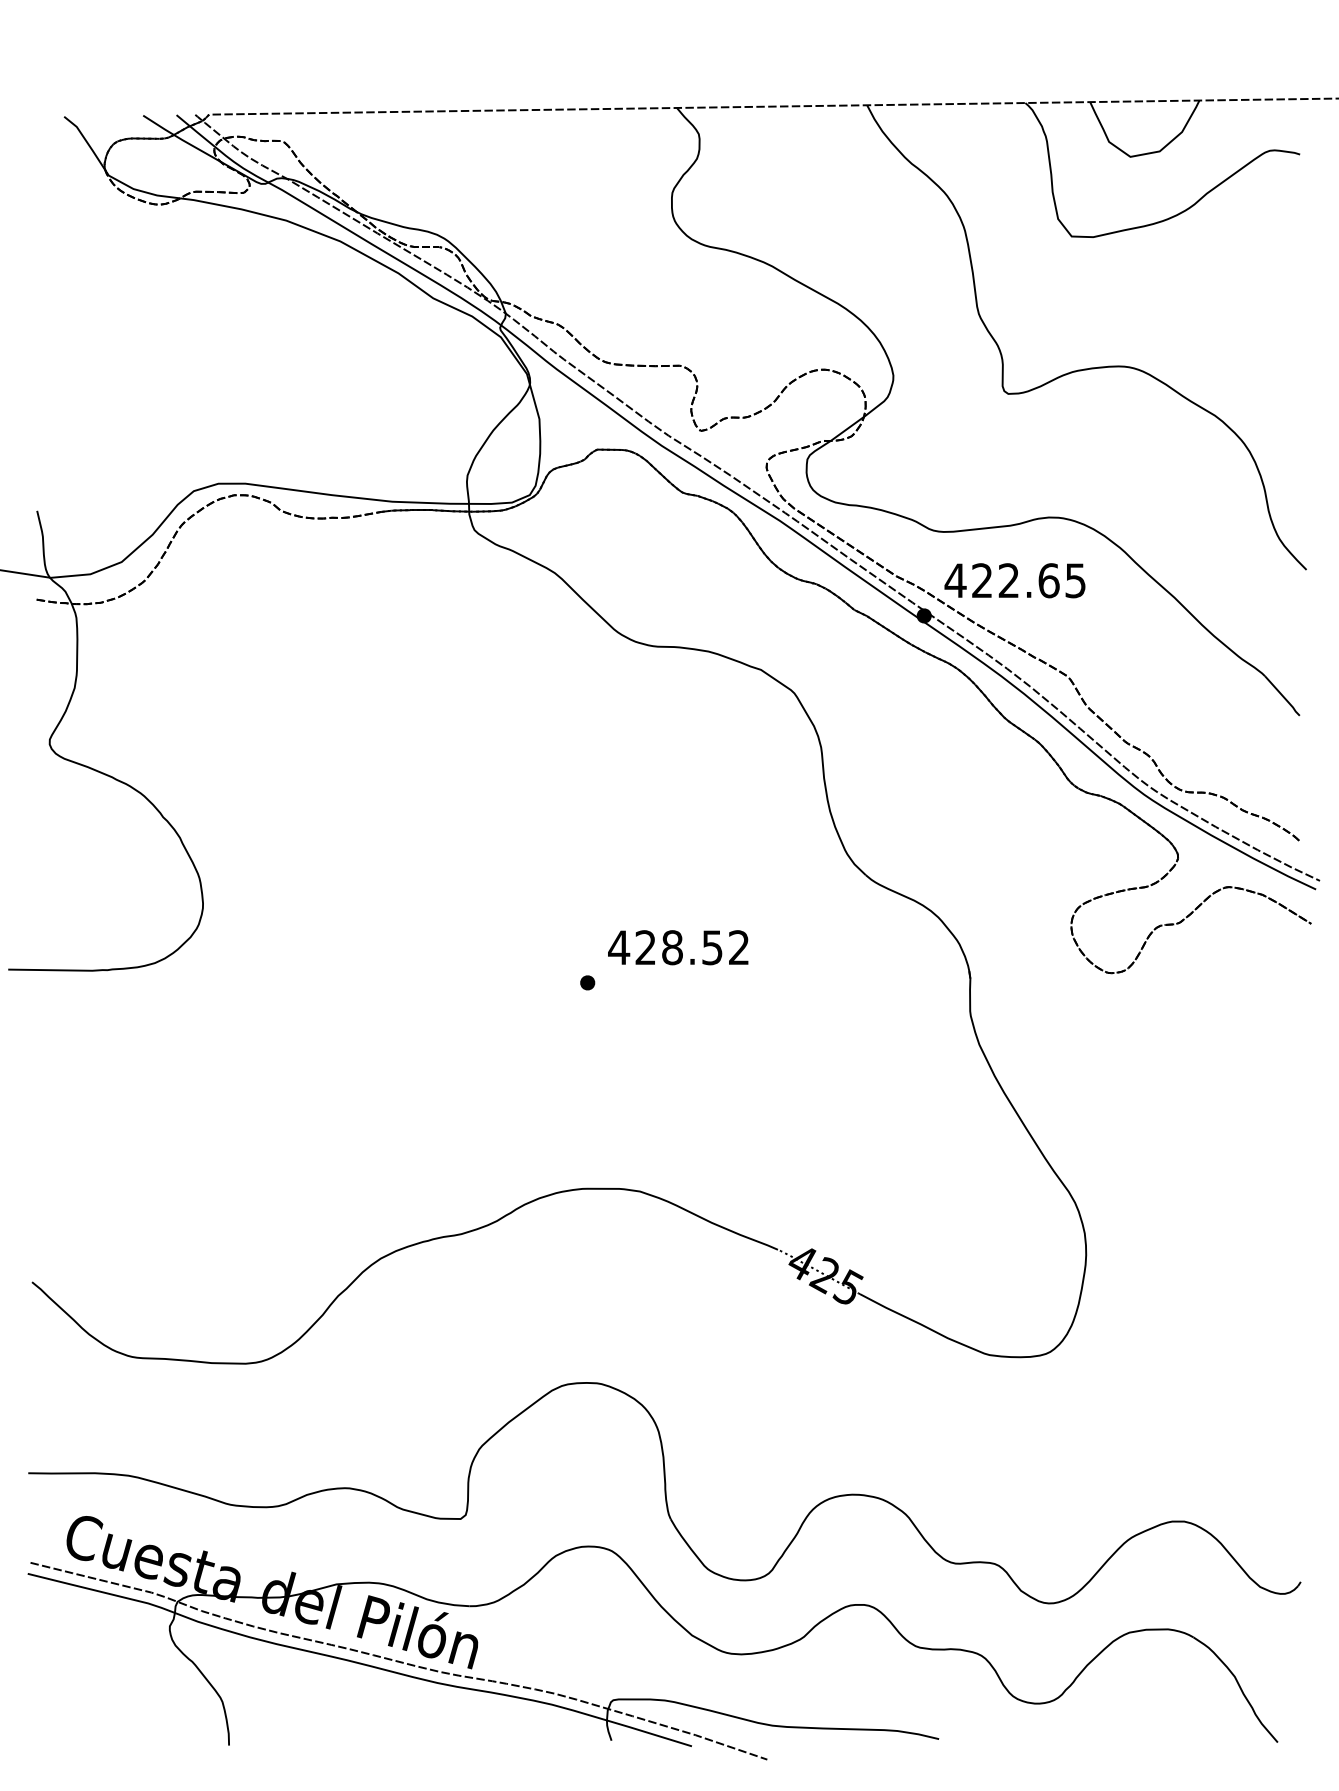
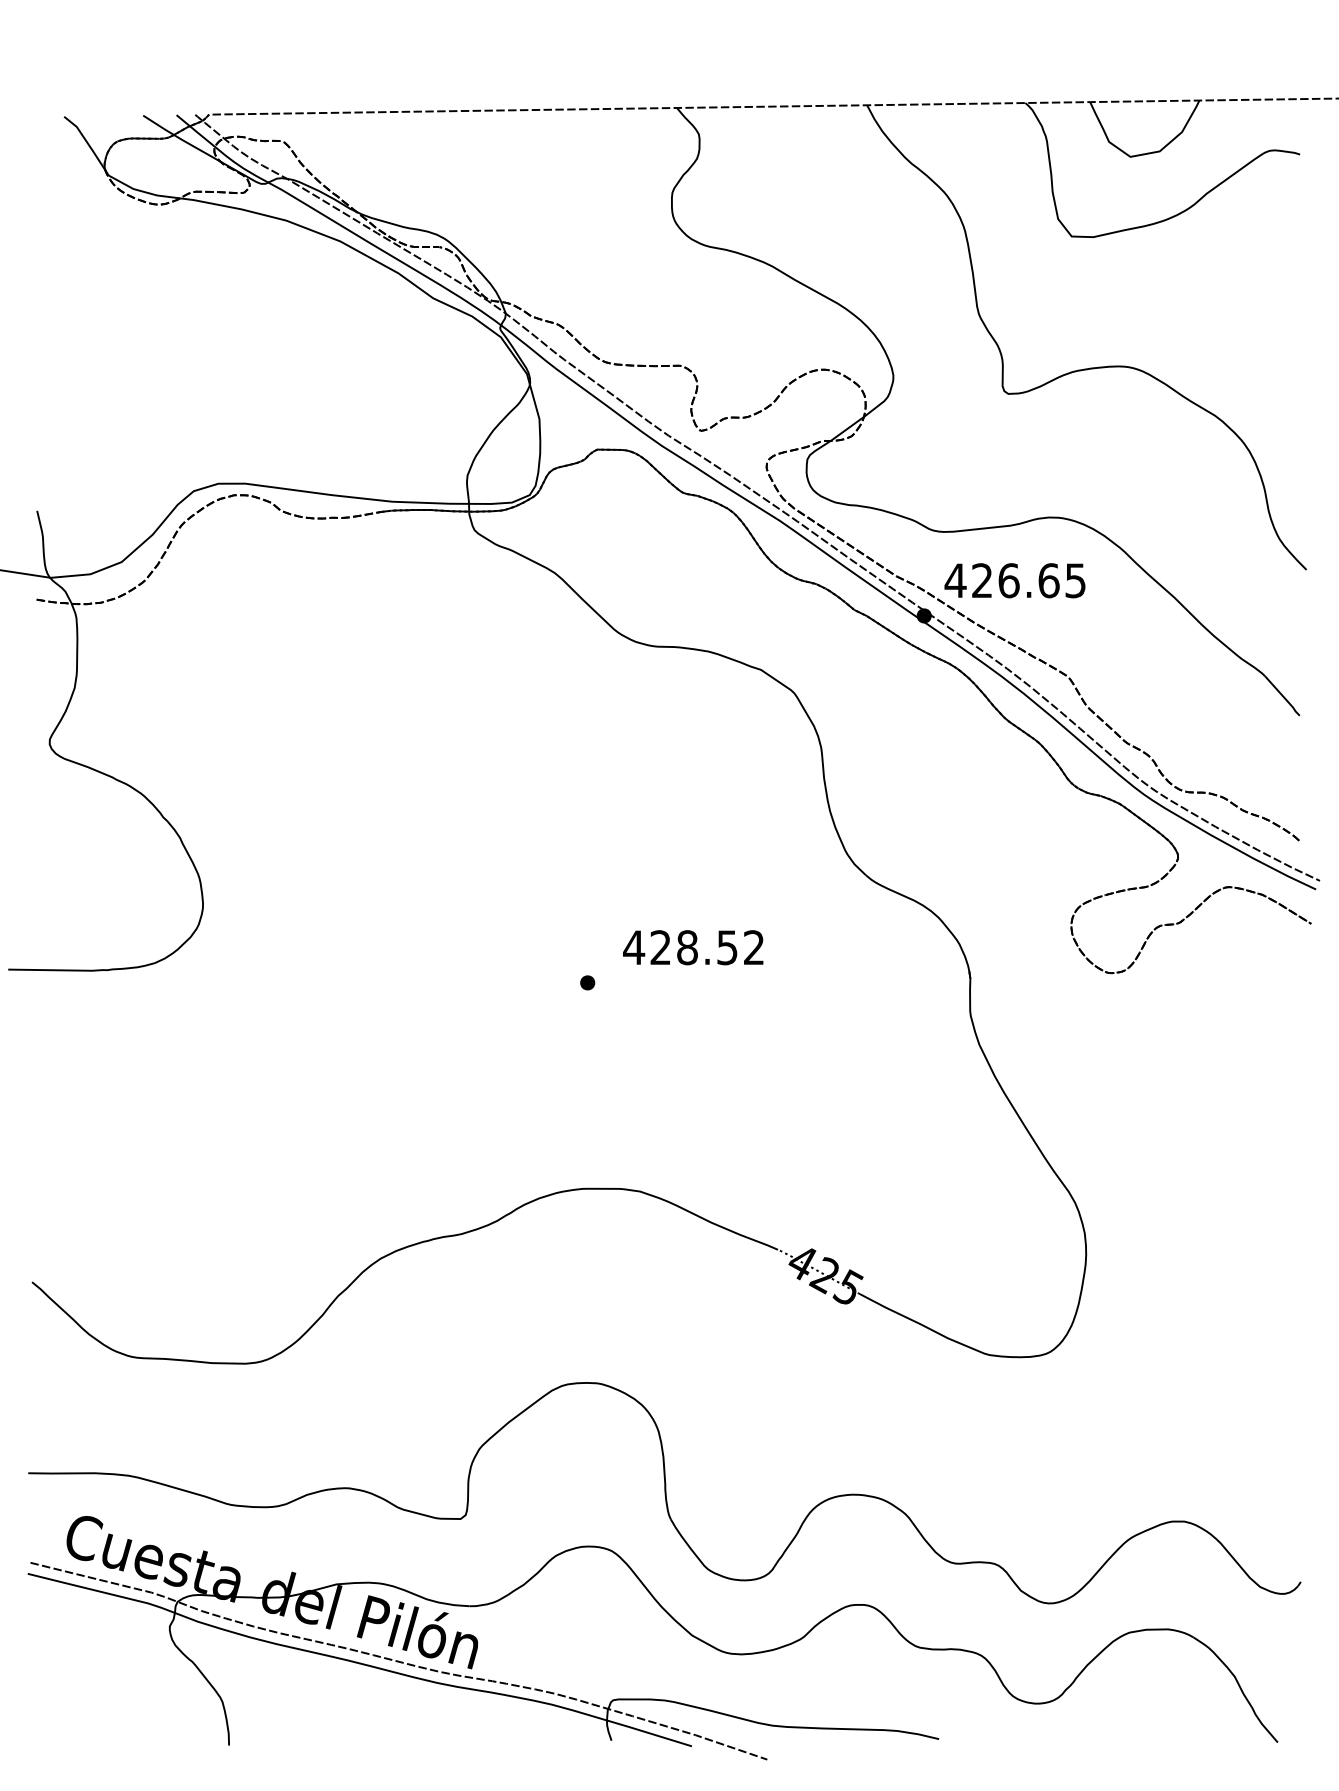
text at (1008, 580): 422.65 -> 426.65
text at (678, 947) position: (678, 947) -> (693, 947)
